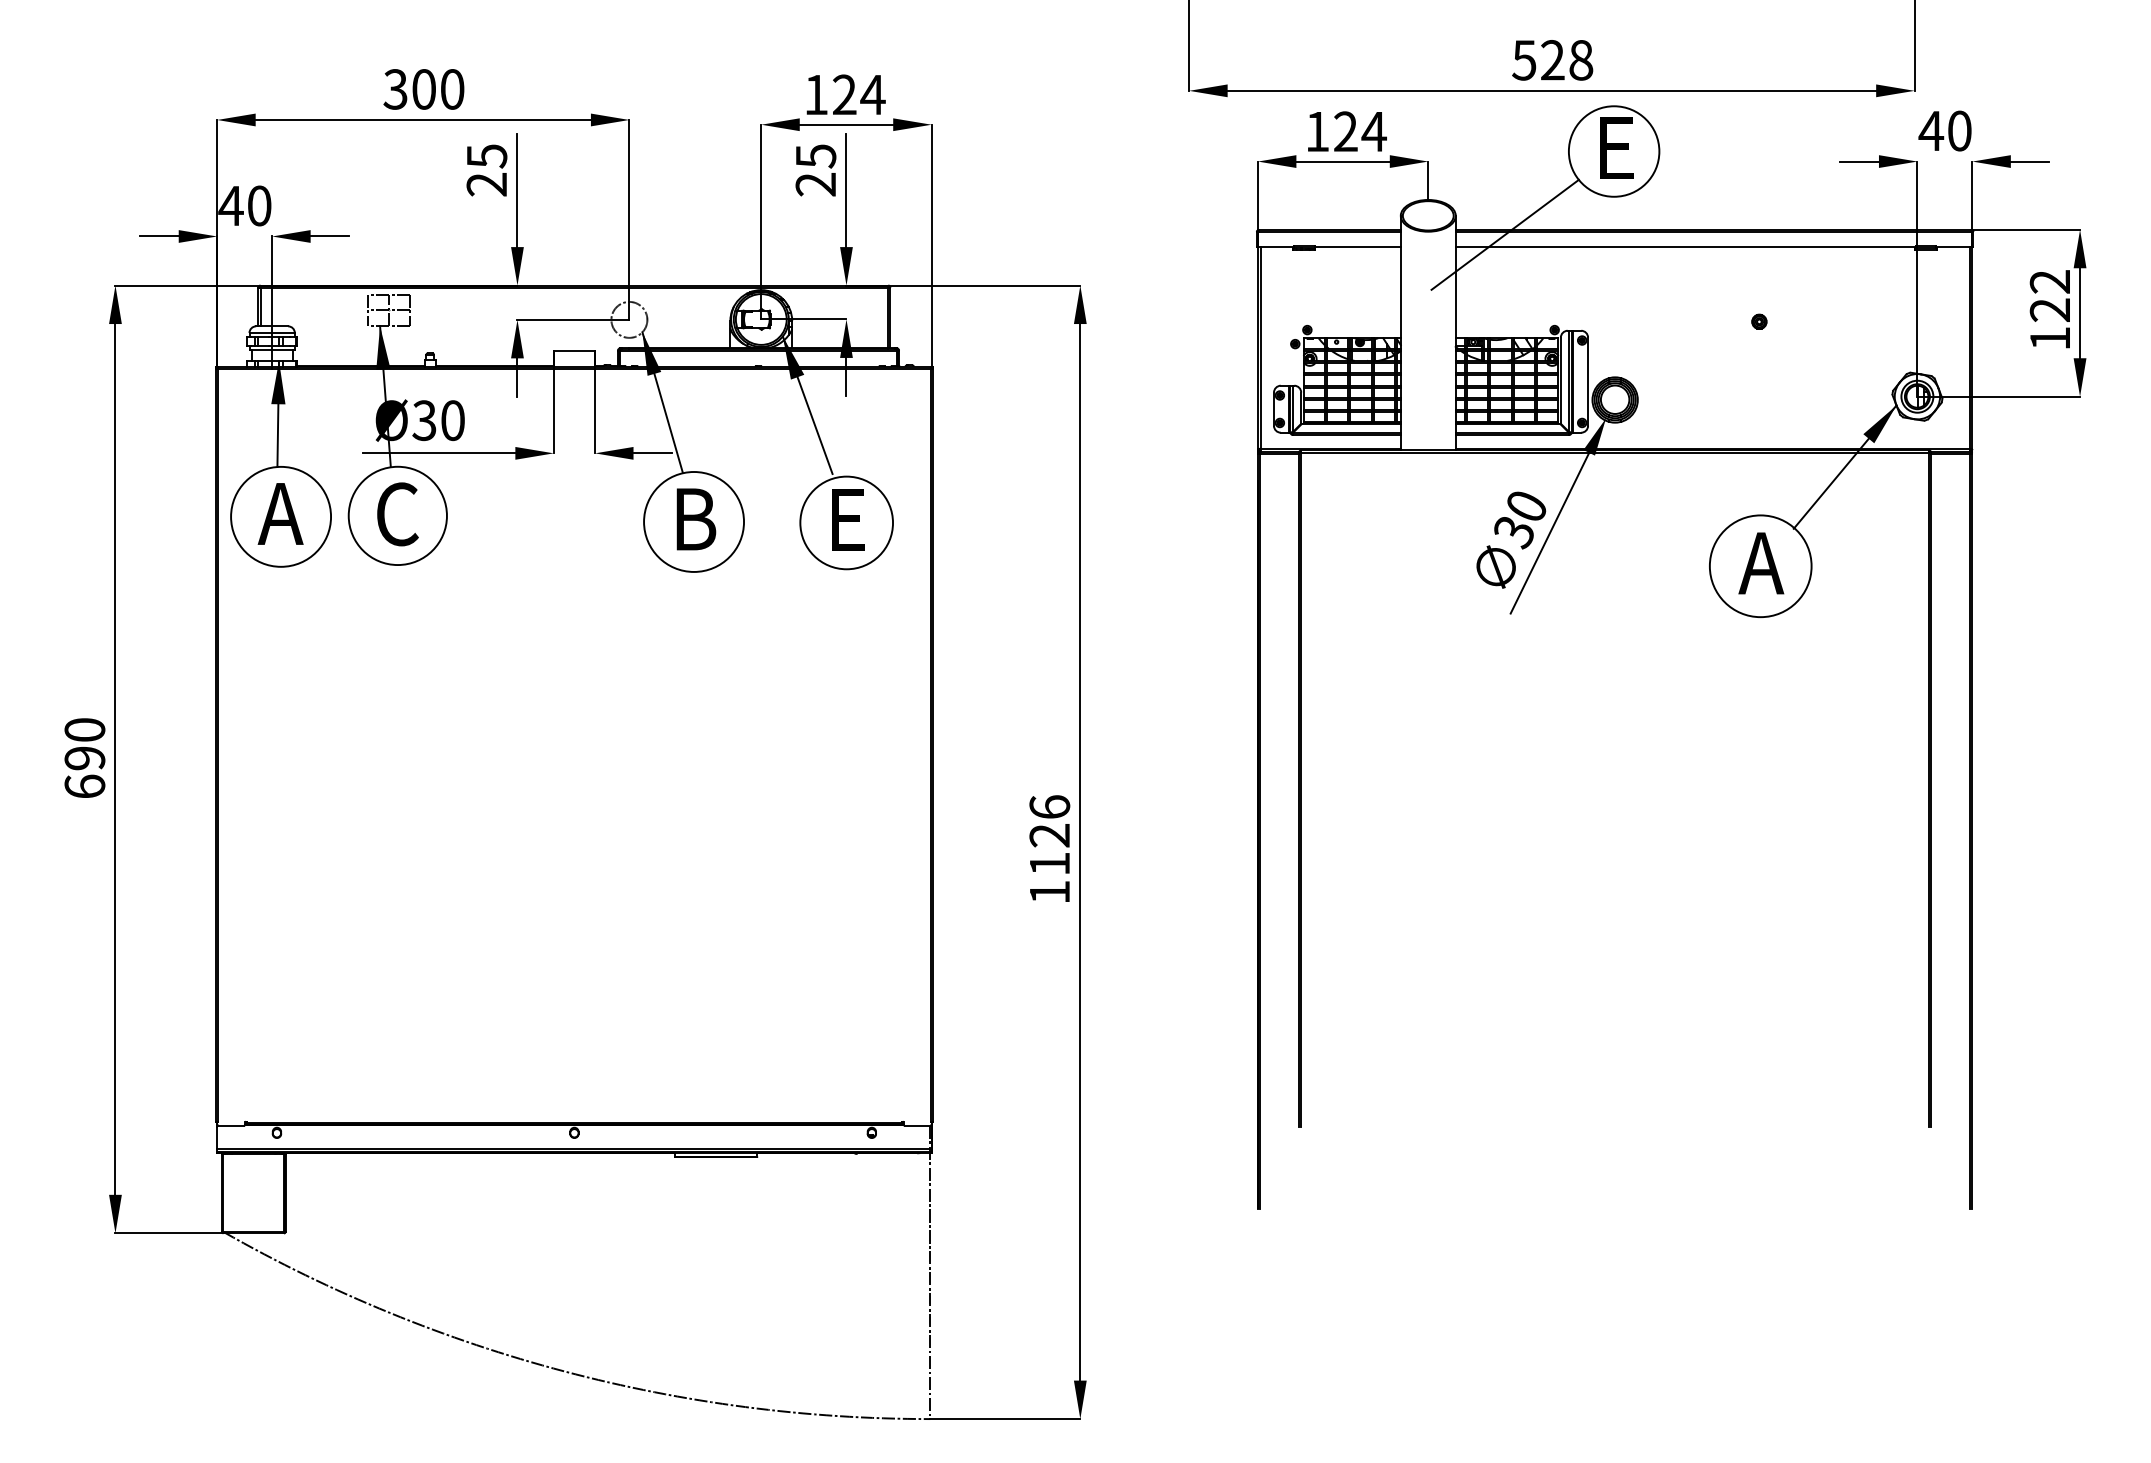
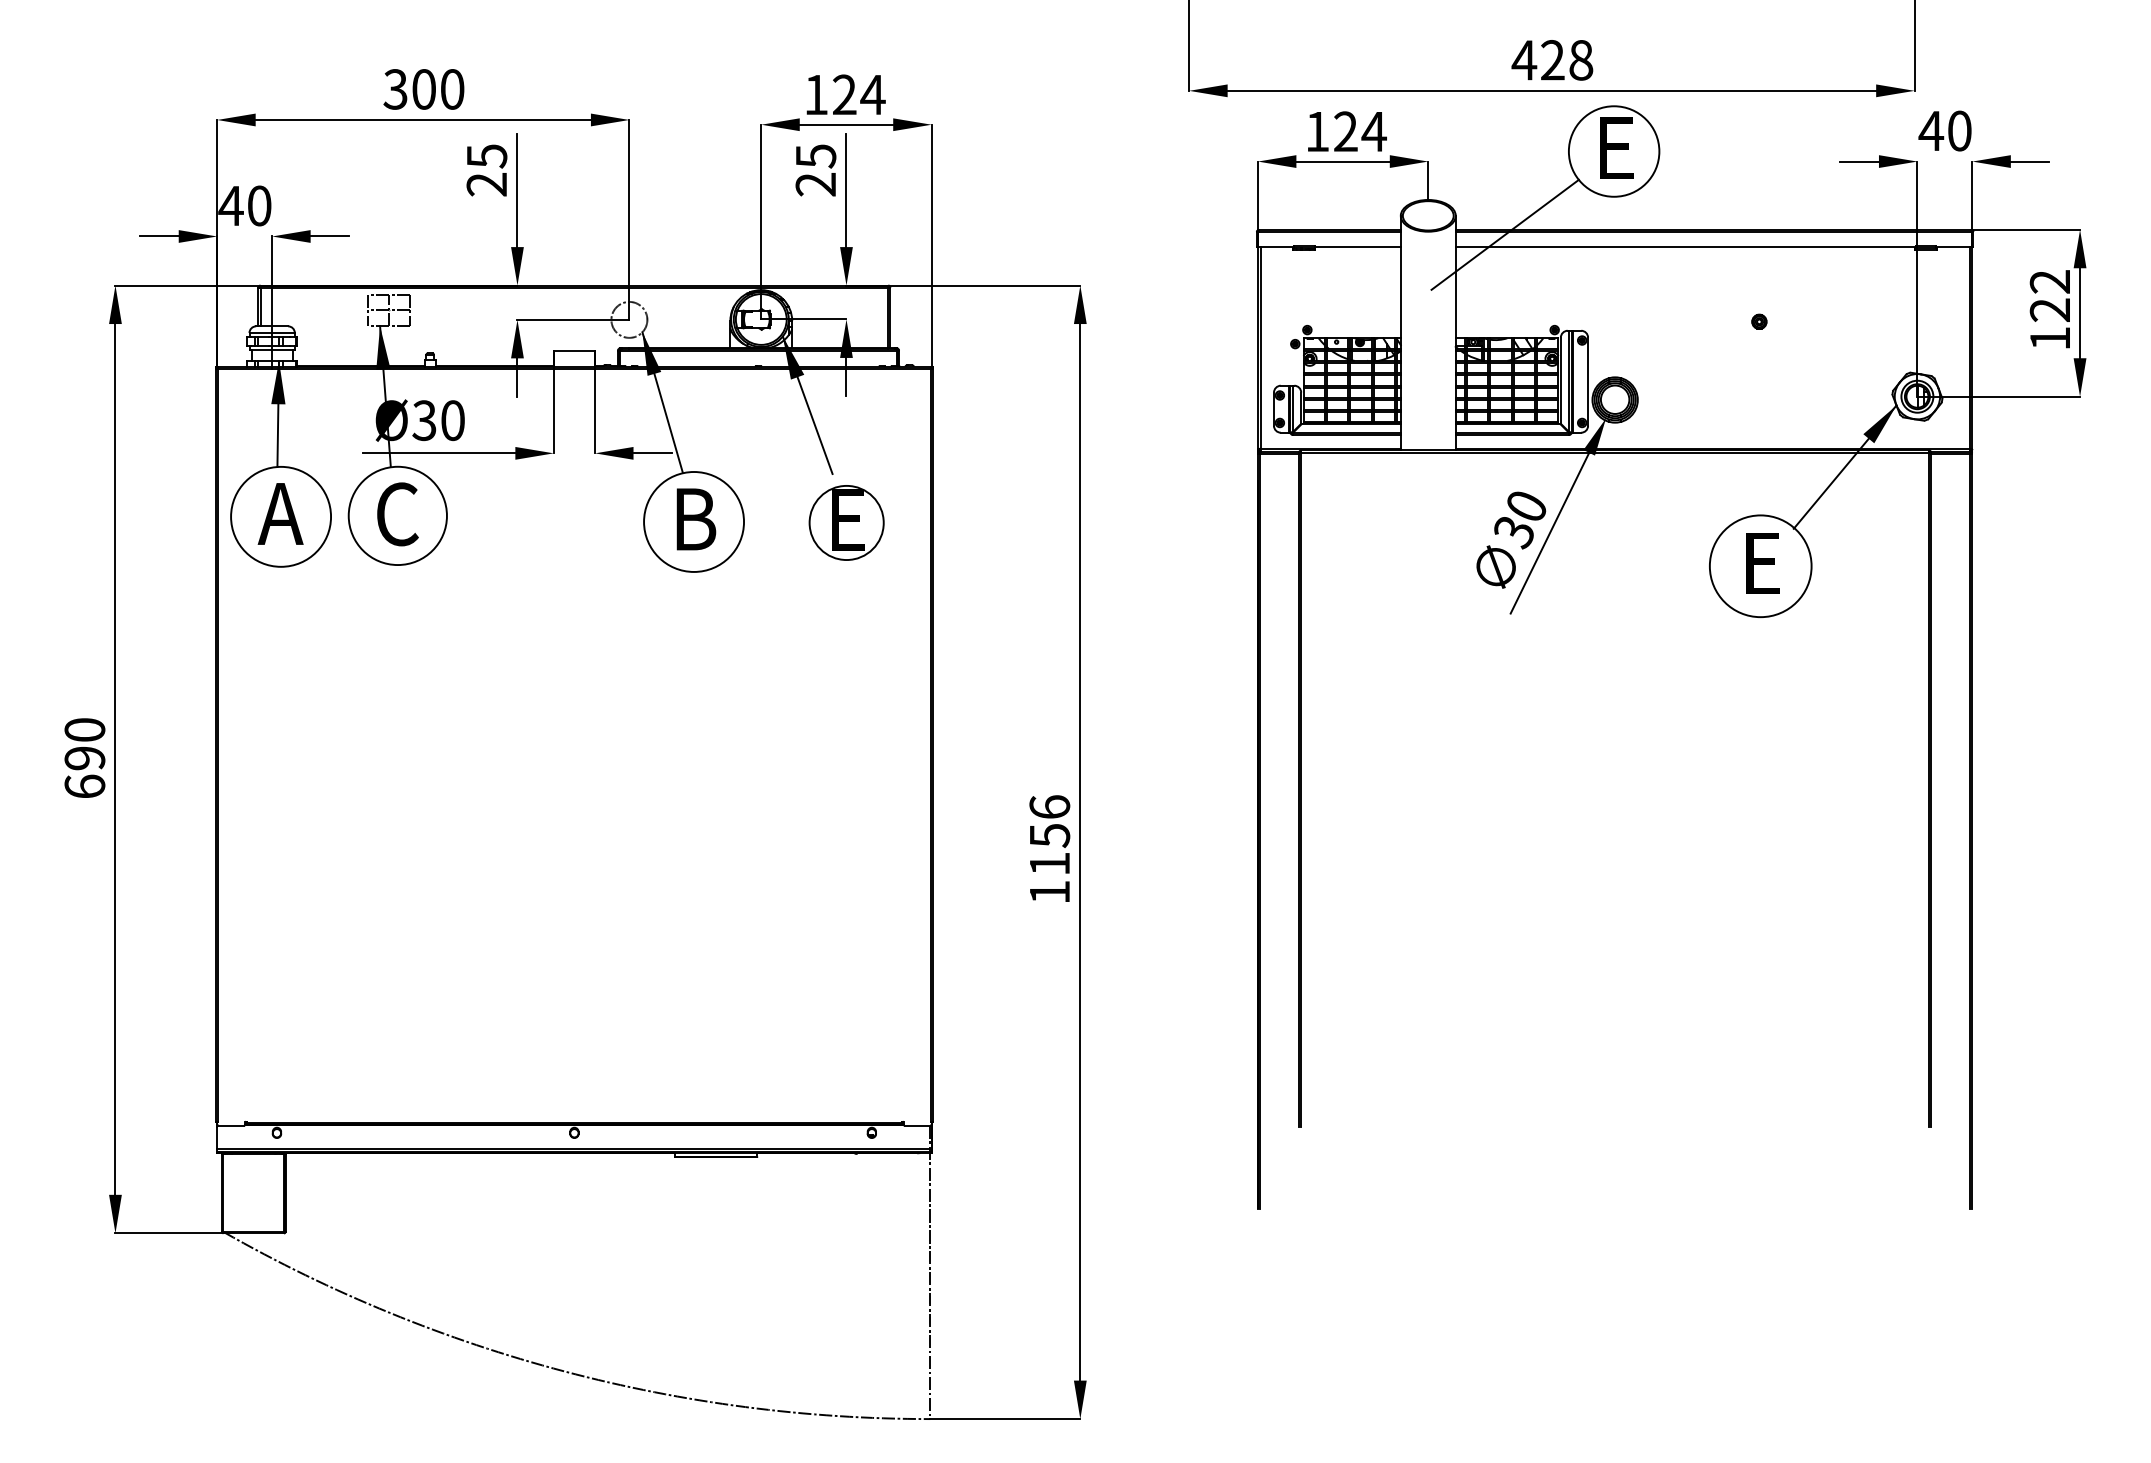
text at (1524, 60): 528 -> 428
circle at (846, 522) diameter: 93 px -> 74 px
text at (1761, 563): A -> E
text at (1049, 836): 1126 -> 1156
